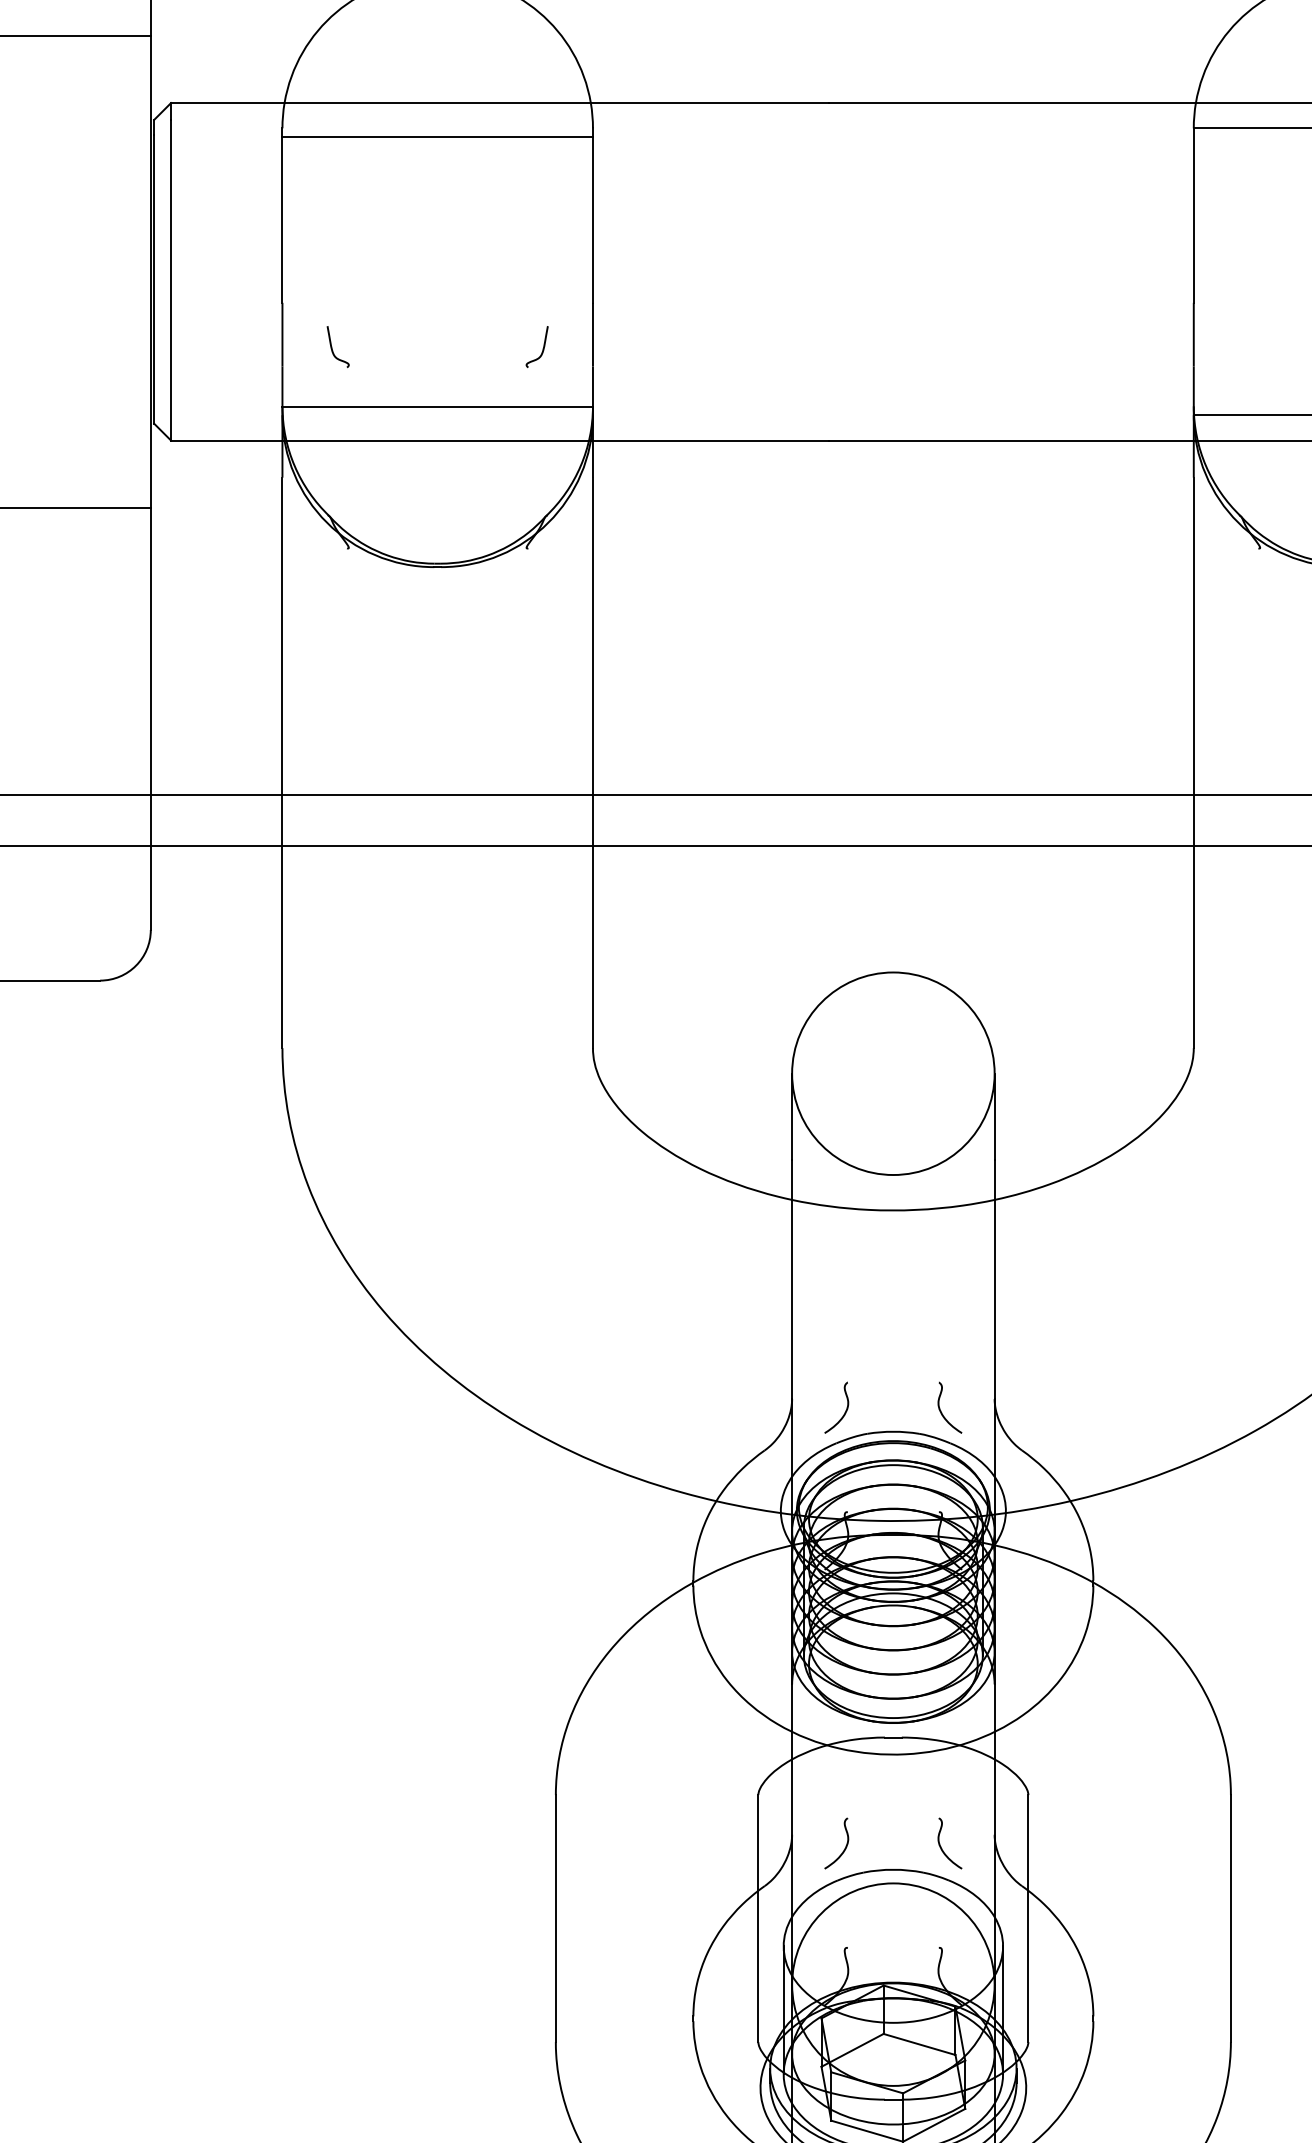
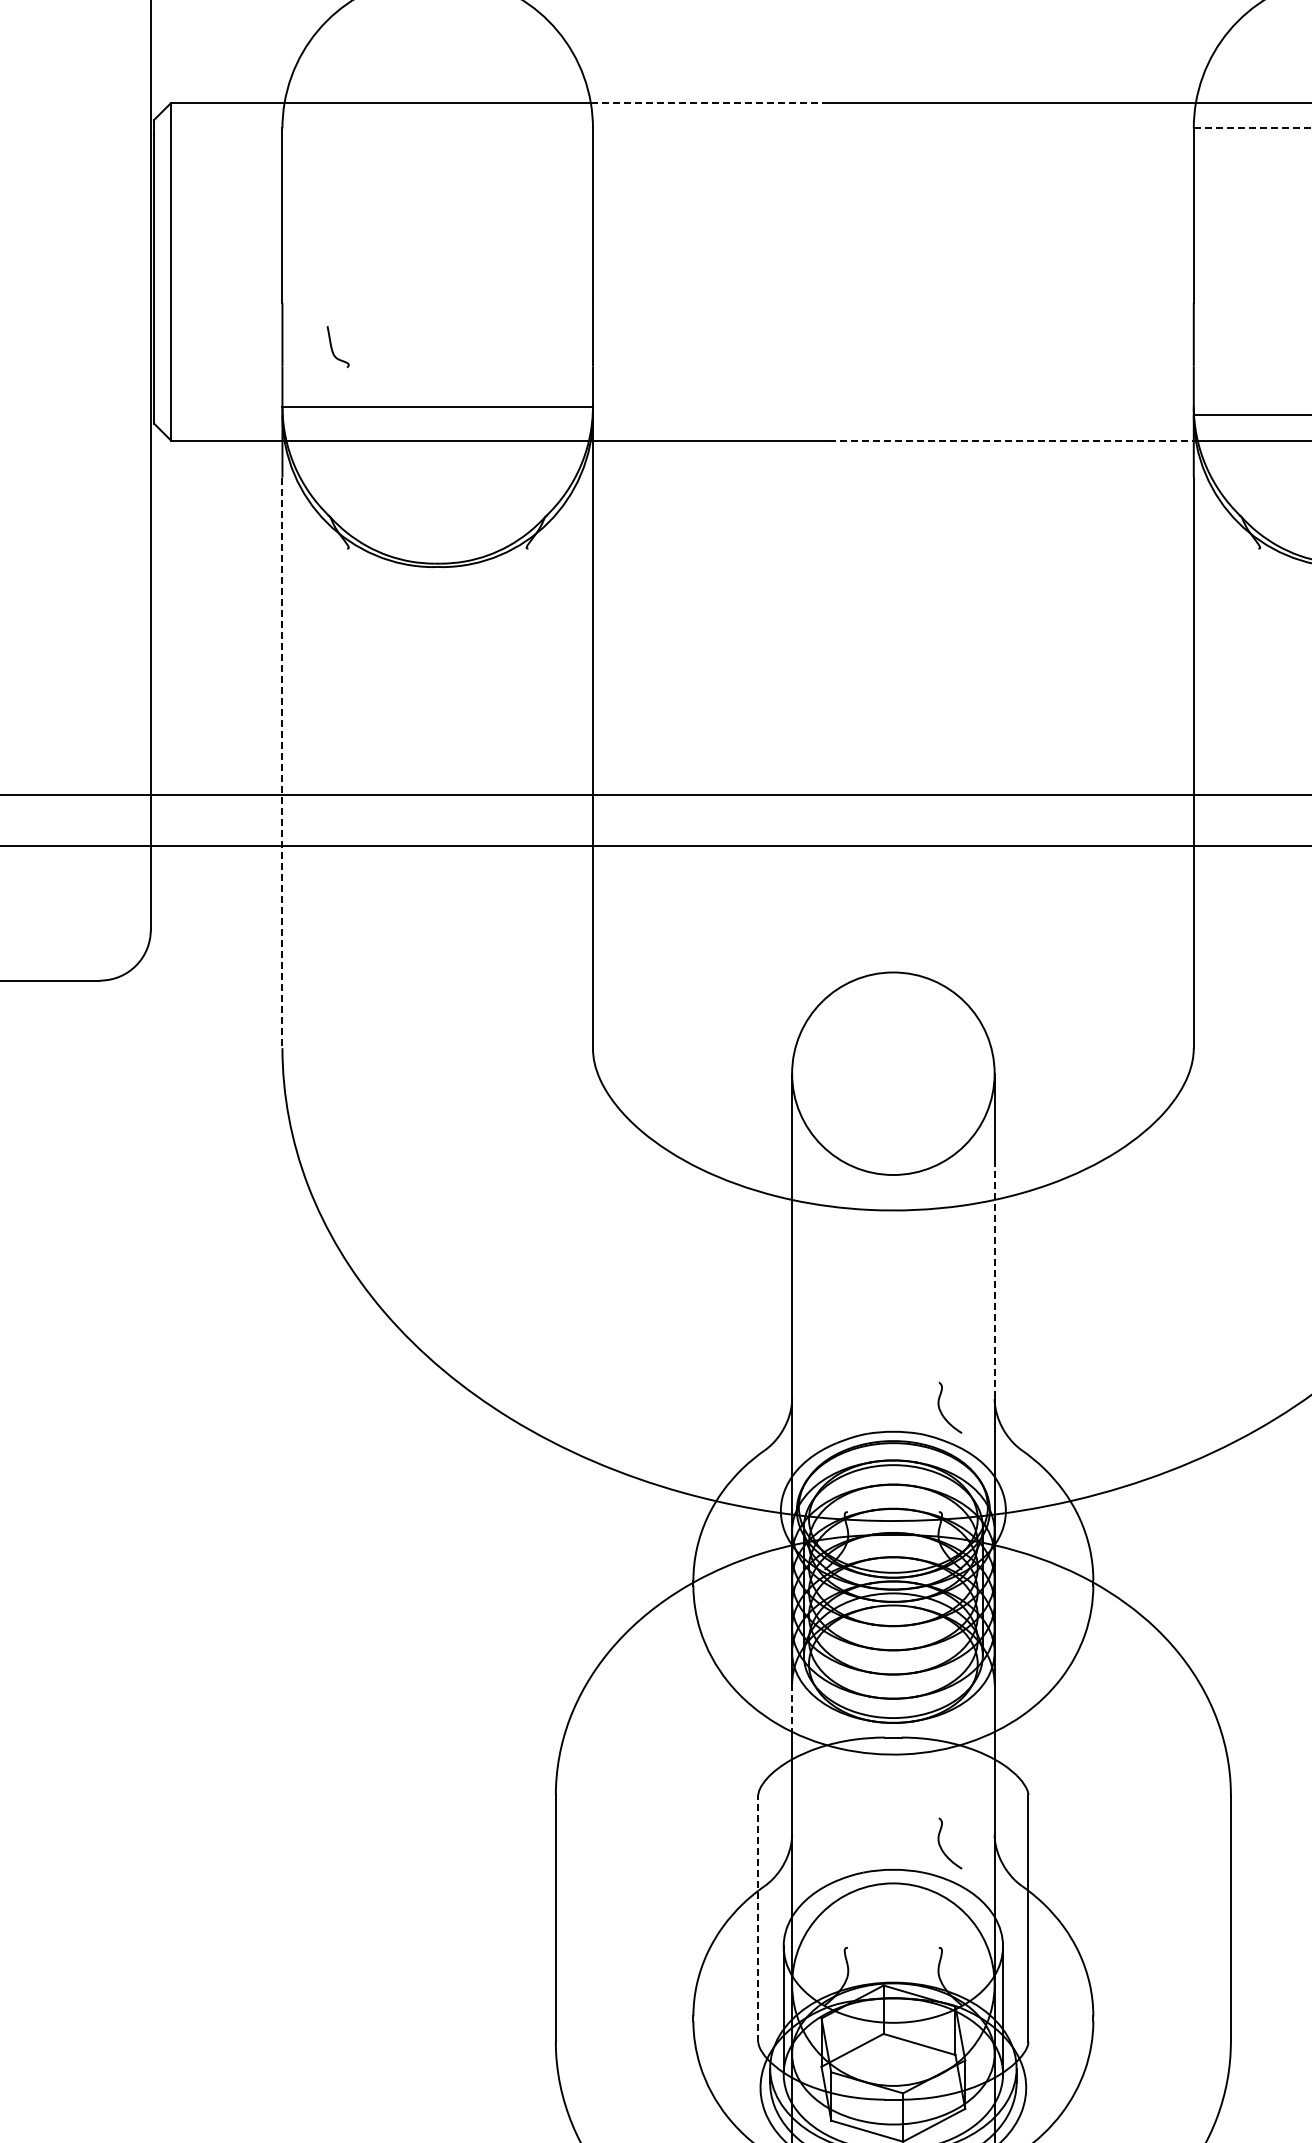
line at (76, 35): present -> none
line at (710, 103): solid -> dashed
line at (1252, 128): solid -> dashed
line at (437, 136): present -> none
curve at (542, 348): present -> none
line at (1012, 440): solid -> dashed
line at (76, 508): present -> none
line at (282, 763): solid -> dashed
line at (994, 1279): solid -> dashed
curve at (844, 1412): present -> none
line at (792, 1708): solid -> dashed
curve at (845, 1845): present -> none
line at (758, 1918): solid -> dashed
